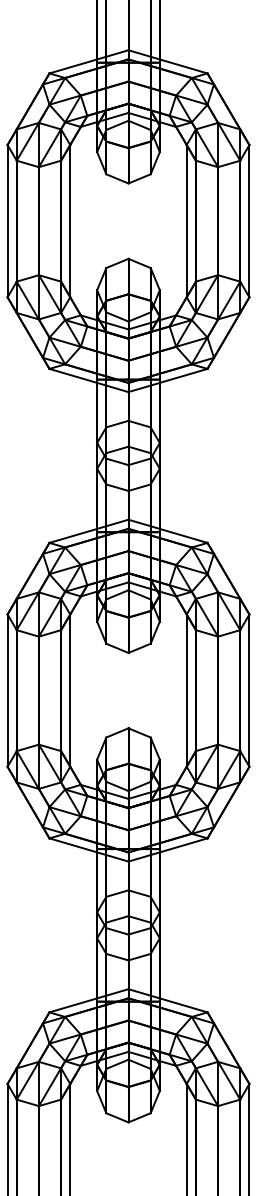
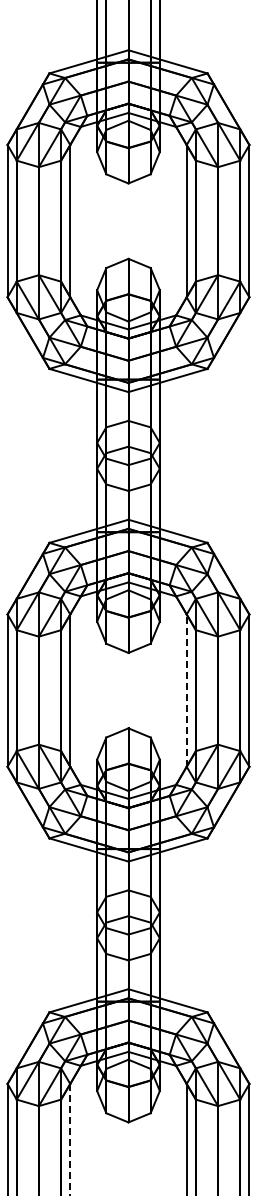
line at (186, 690): solid -> dashed
line at (70, 1139): solid -> dashed
